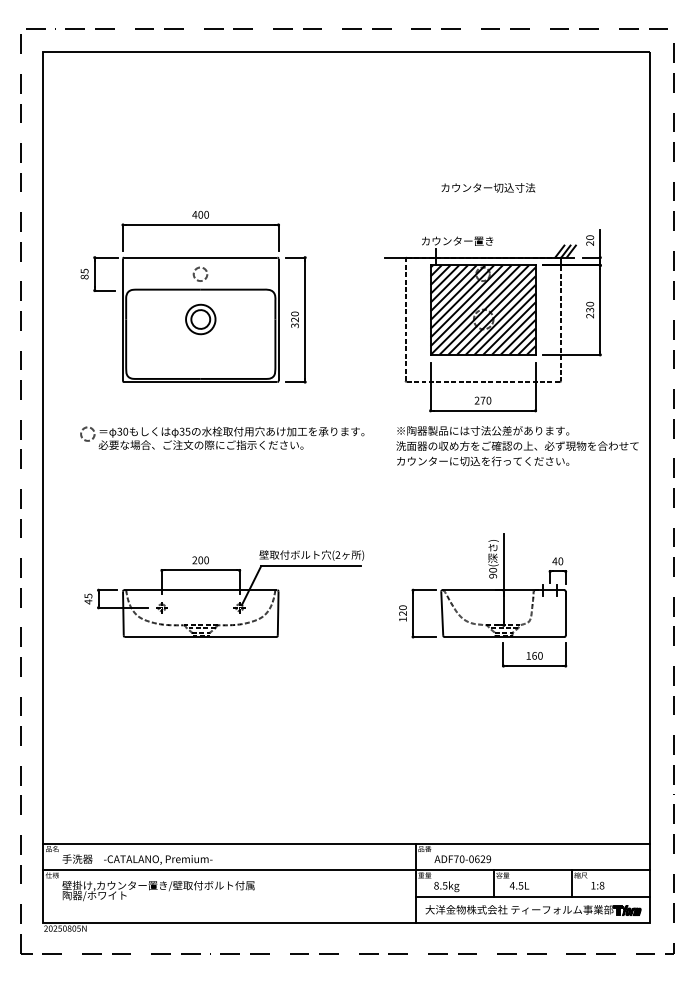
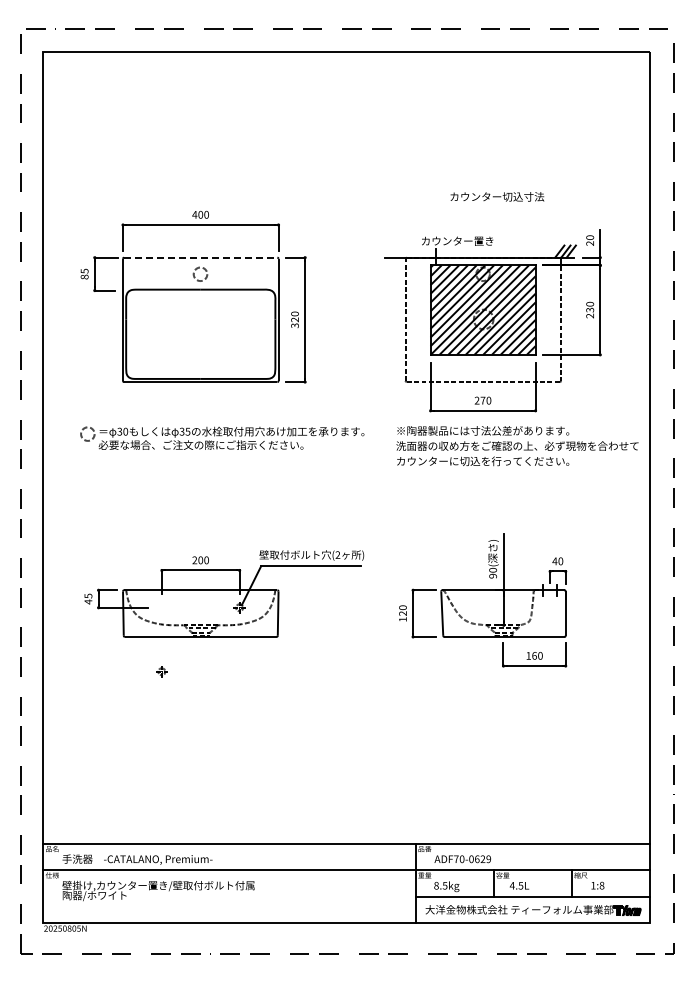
text at (488, 187) position: (488, 187) -> (497, 196)
line at (200, 257): solid -> dashed
part at (200, 319): present -> none
part at (161, 607) position: (161, 607) -> (161, 671)
